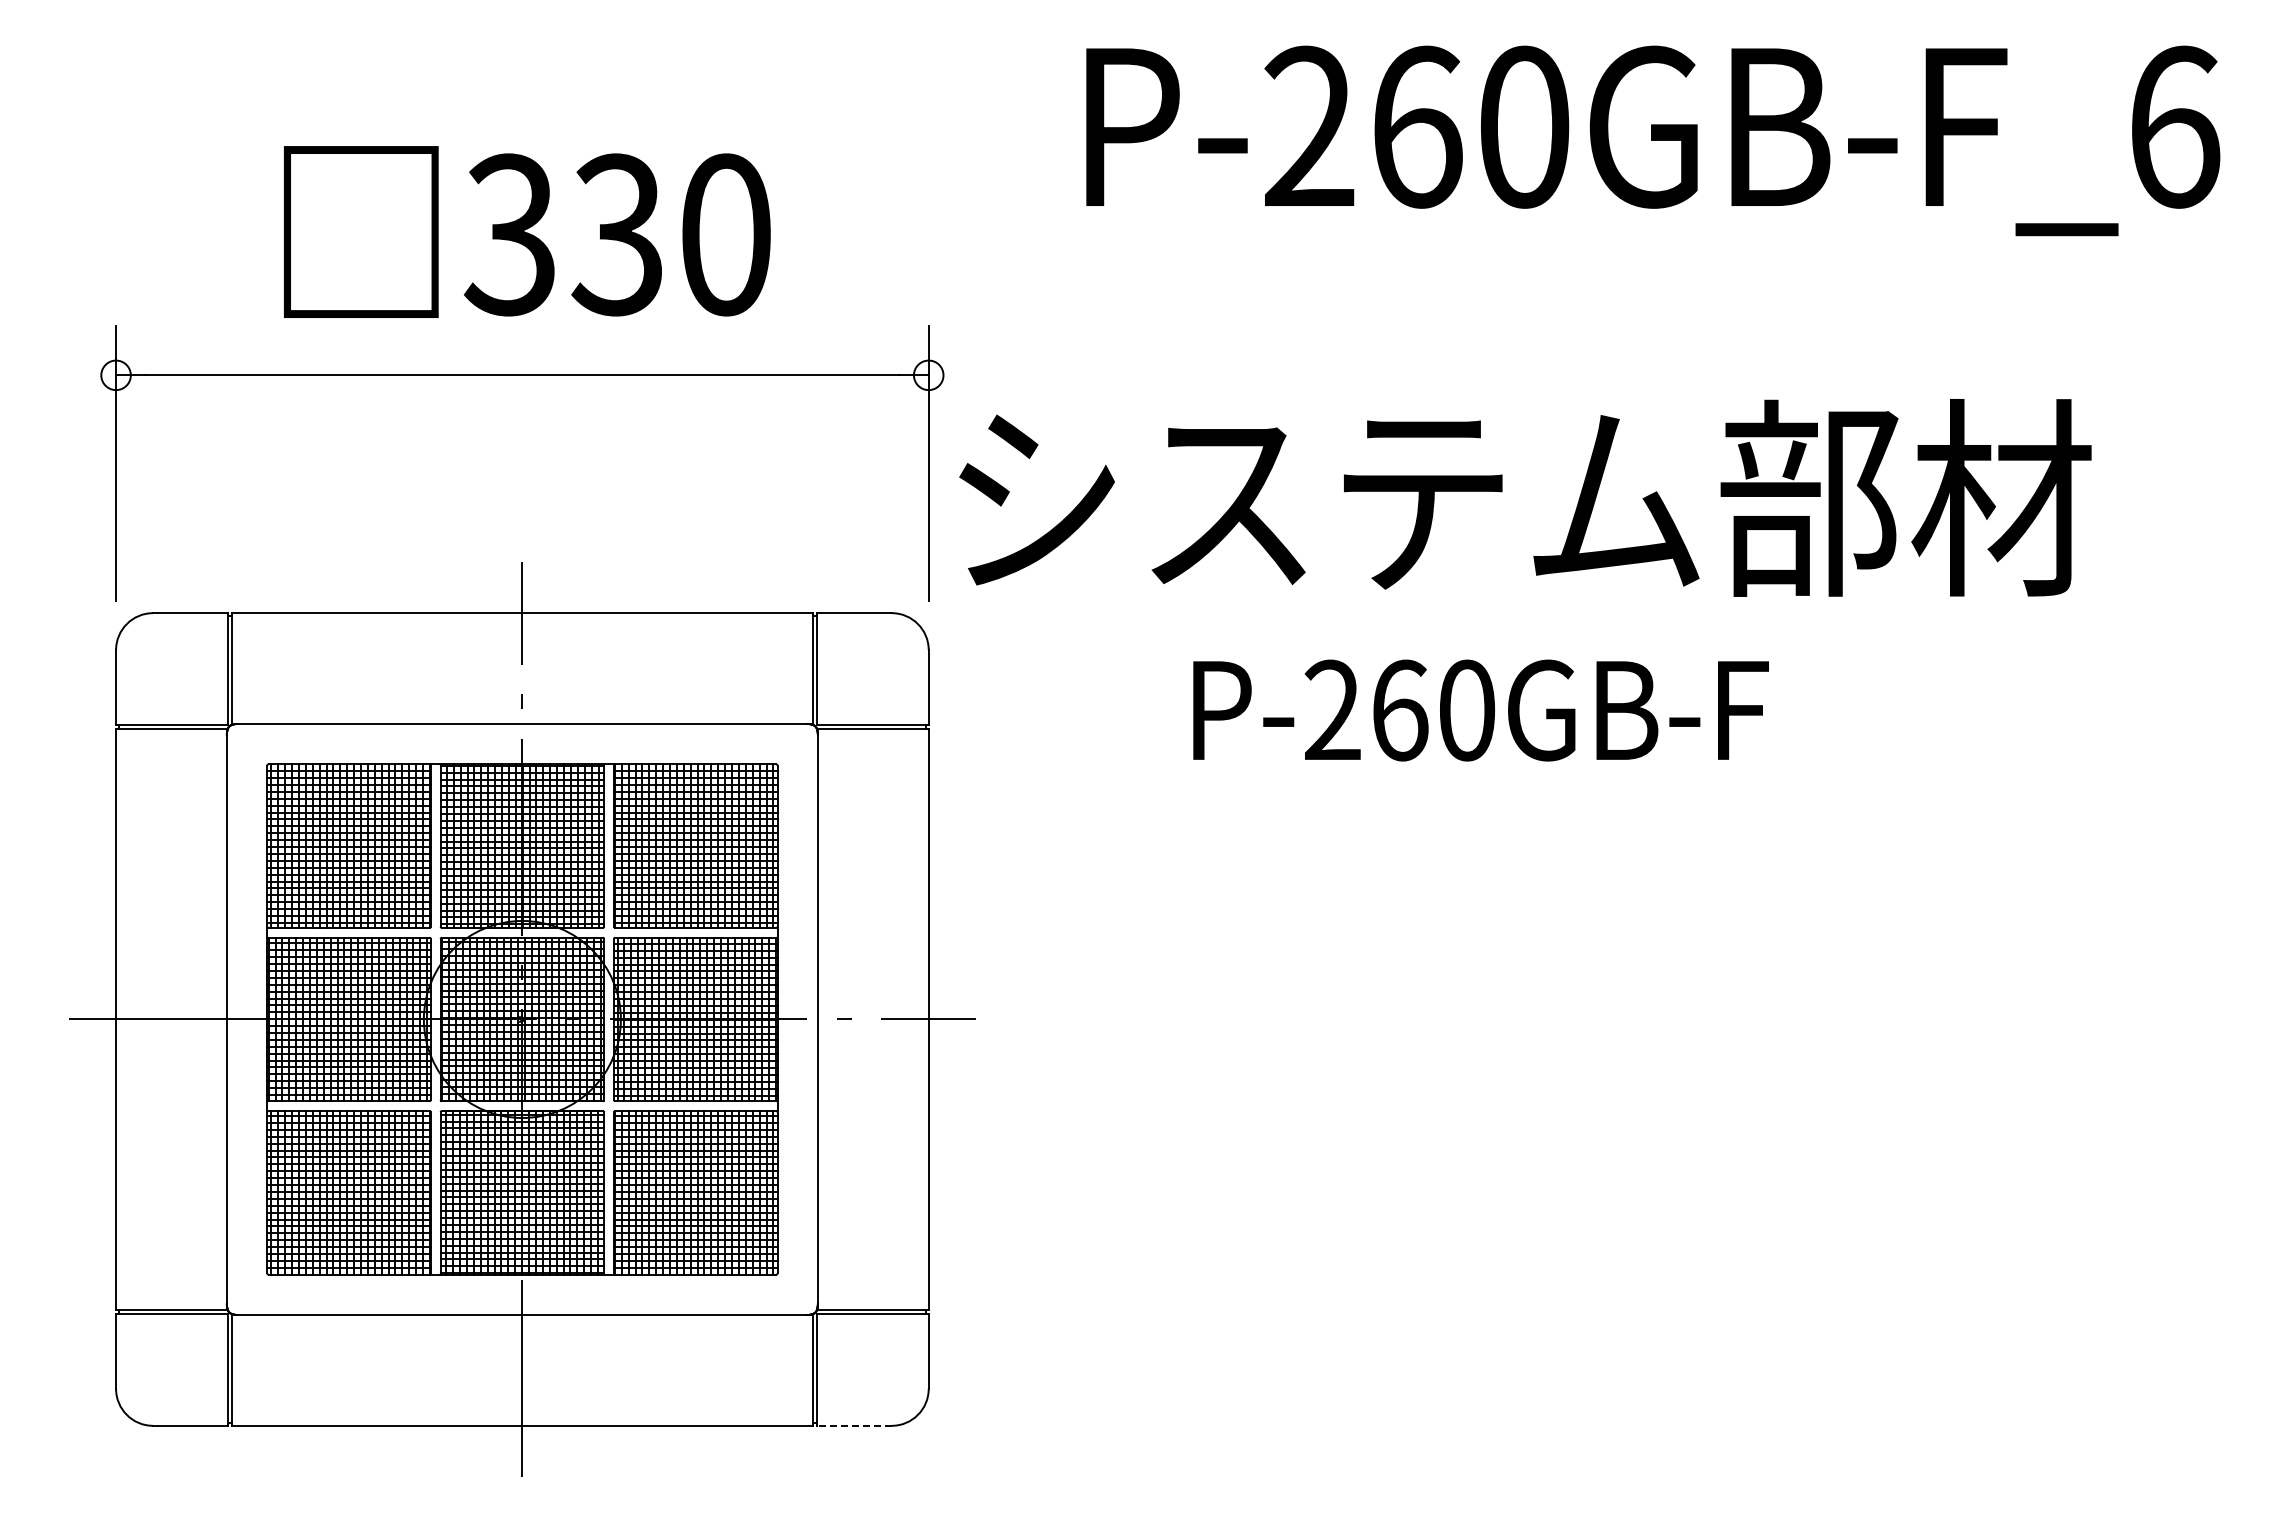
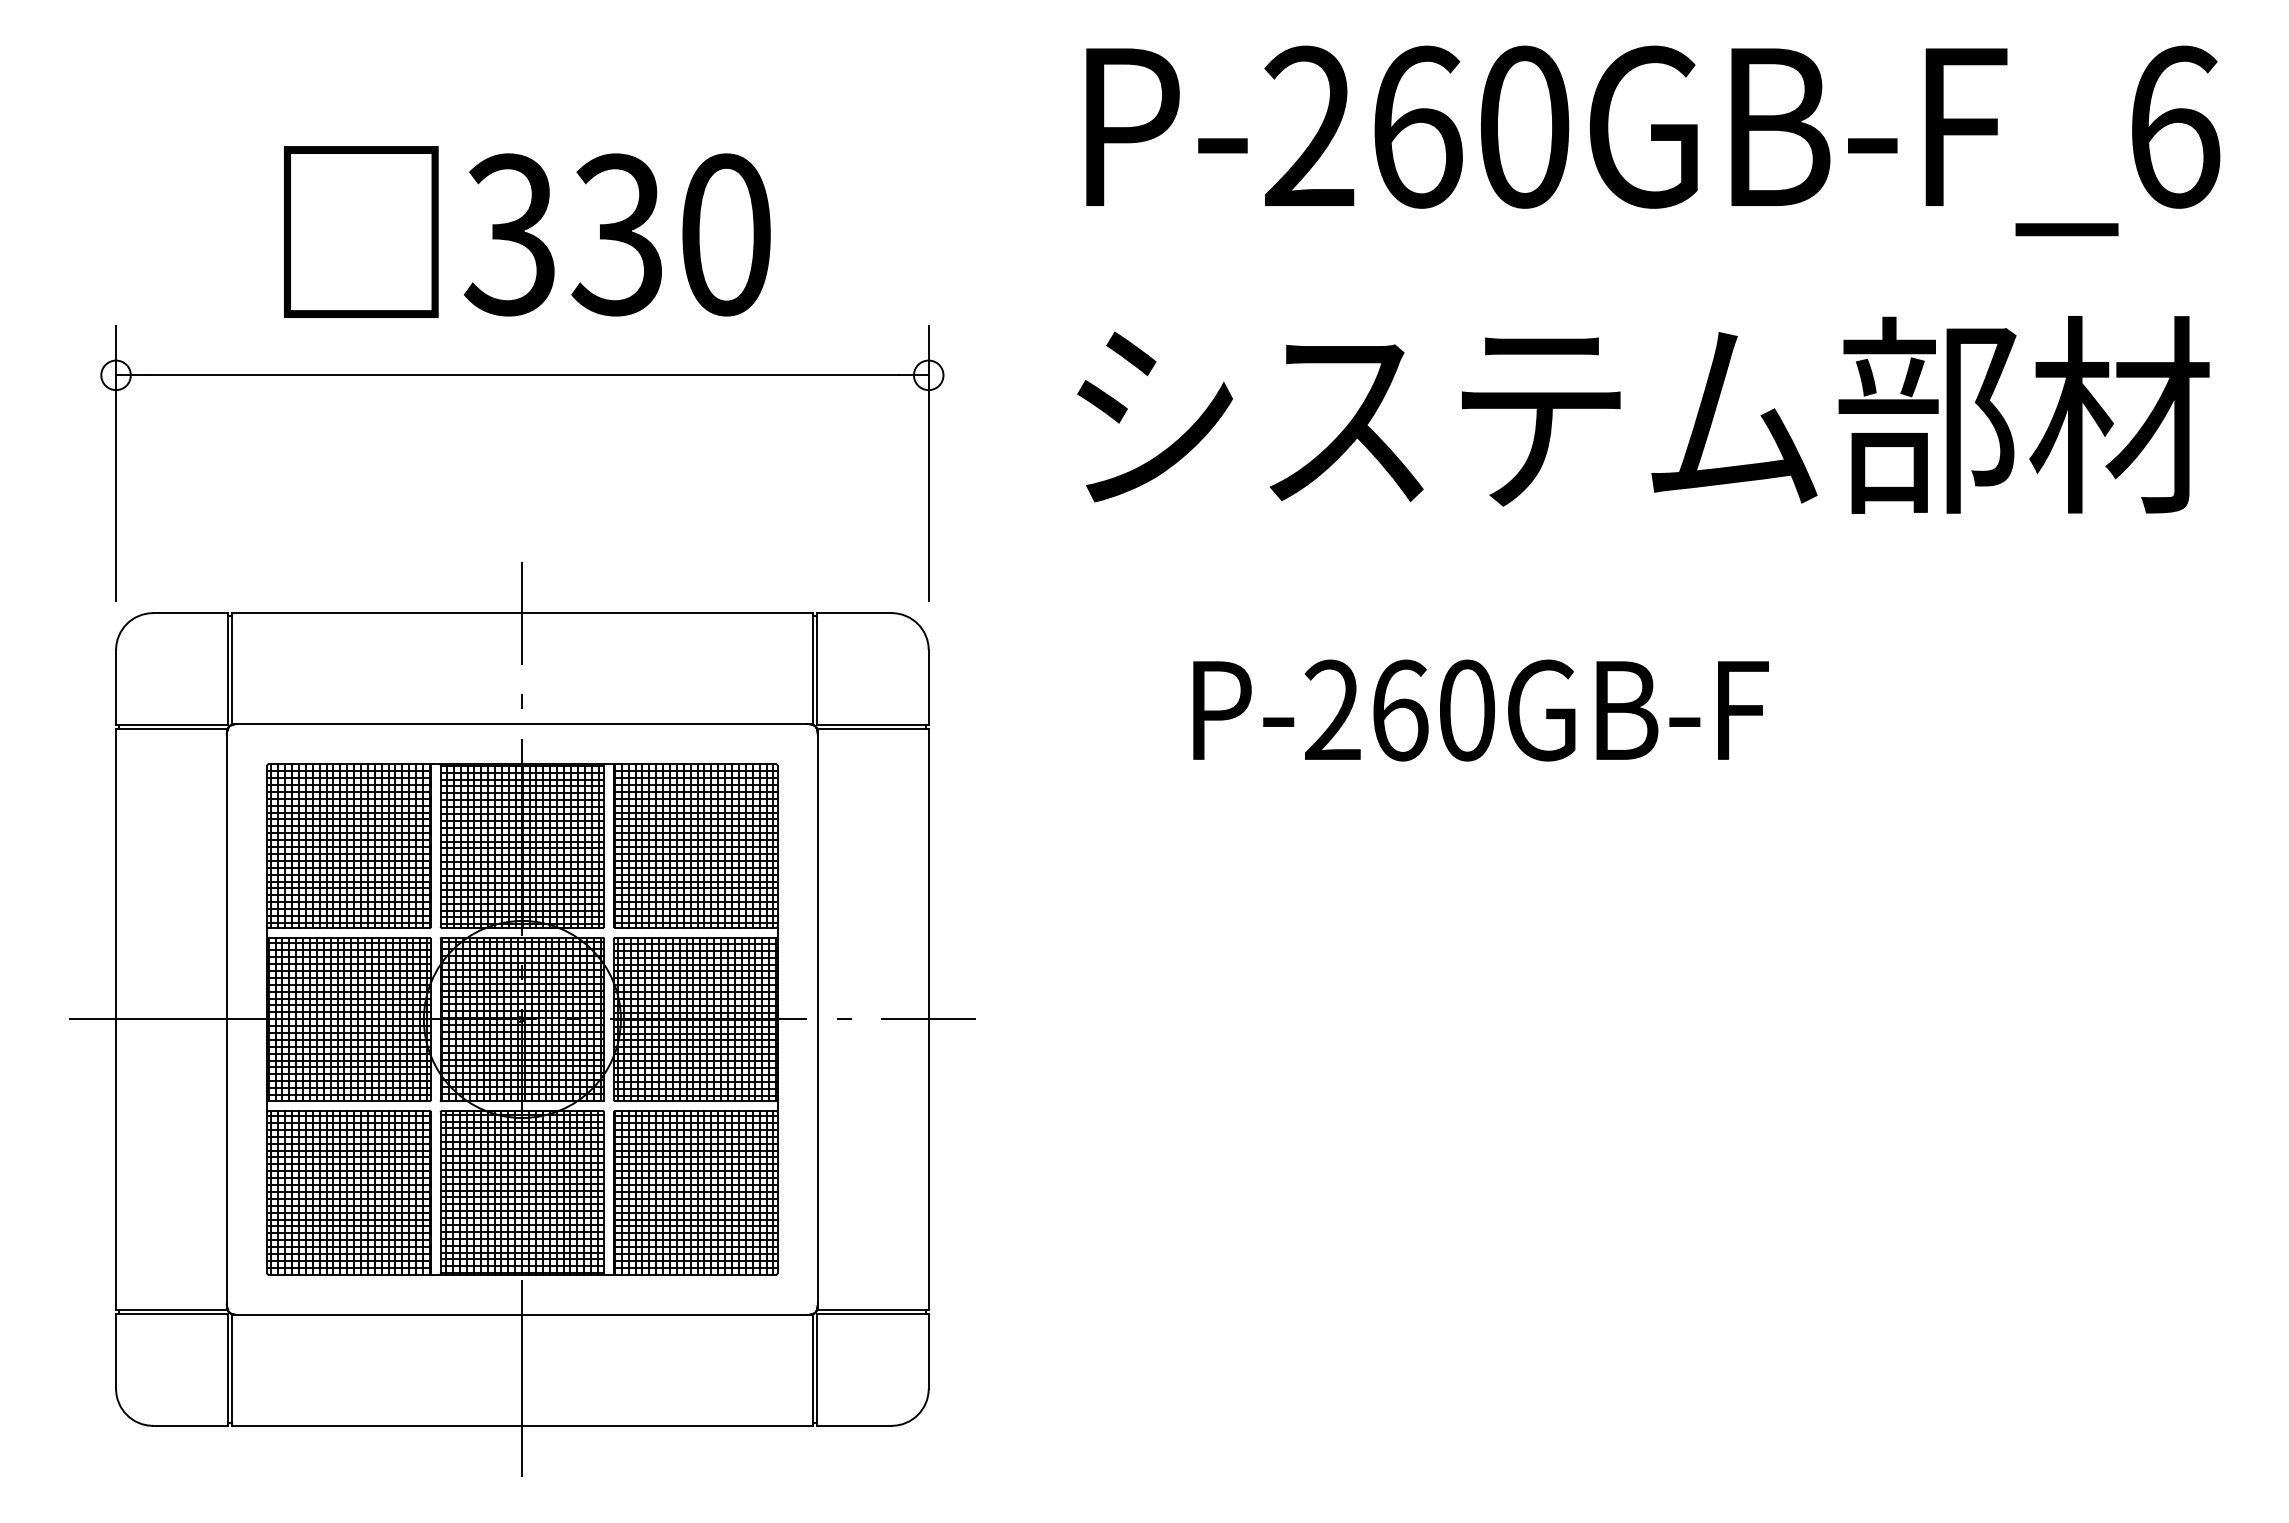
text at (1525, 497) position: (1525, 497) -> (1643, 414)
line at (854, 1425): dashed -> solid
